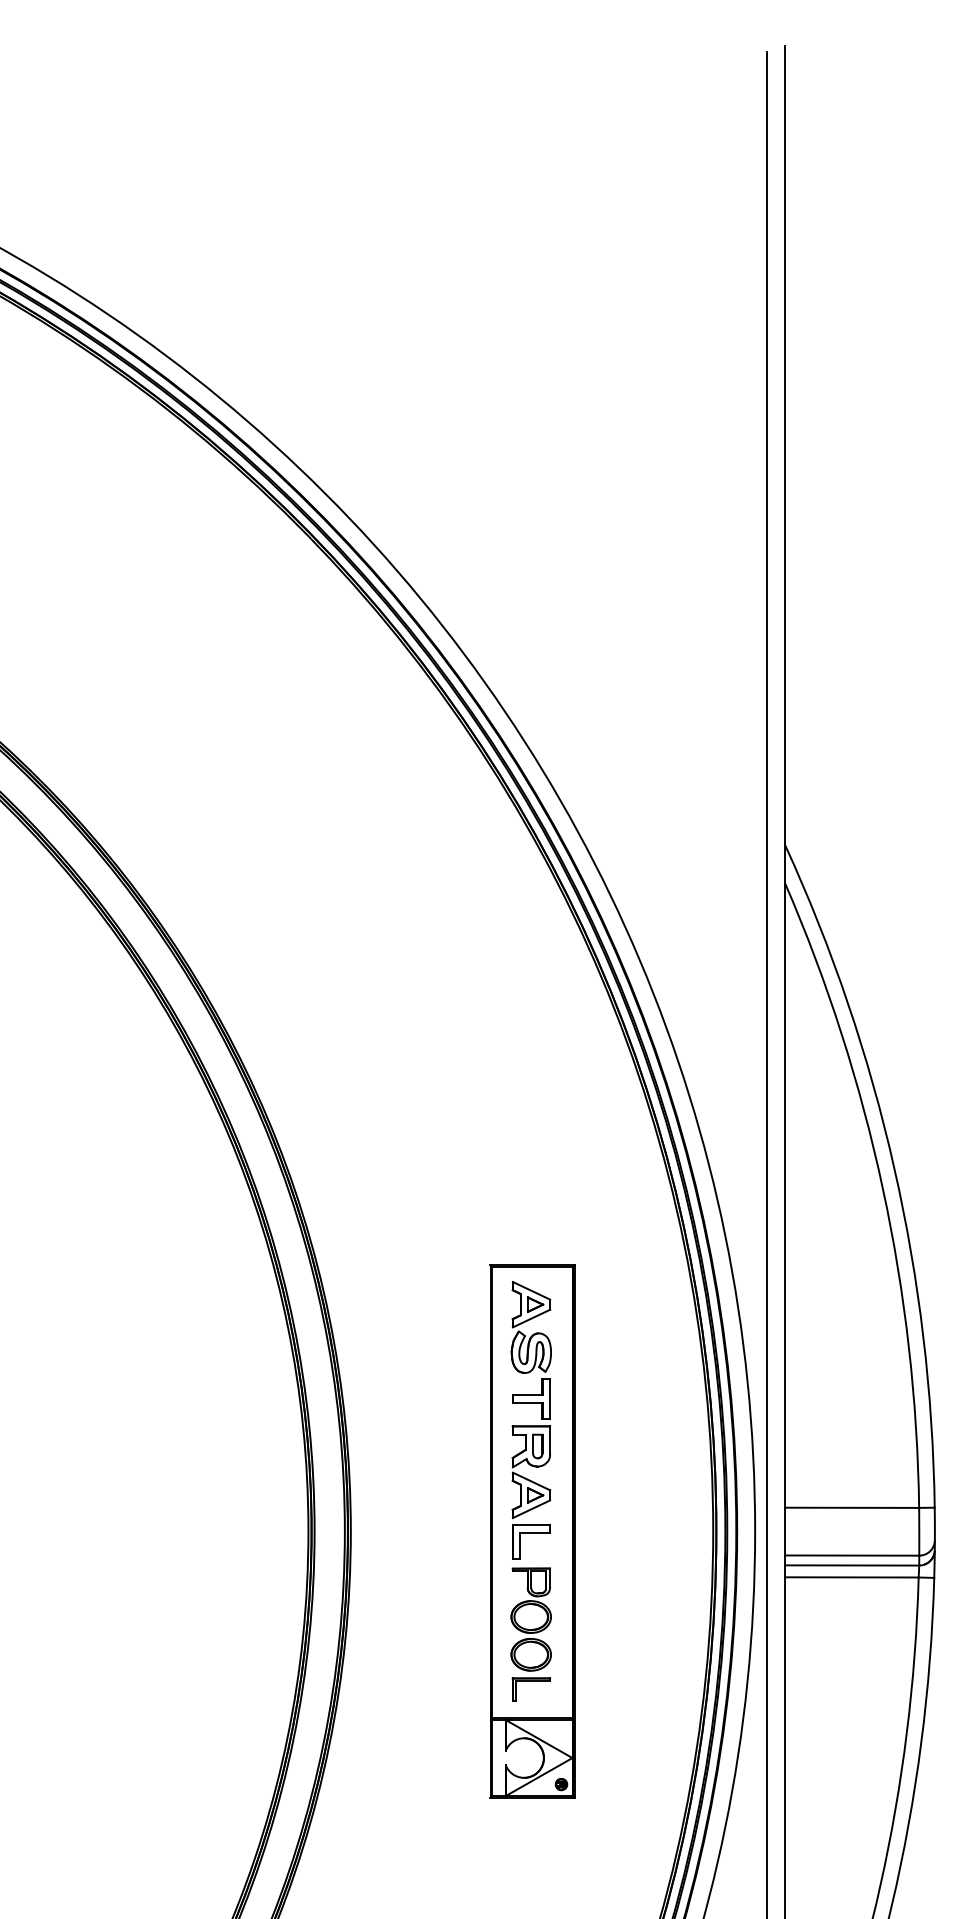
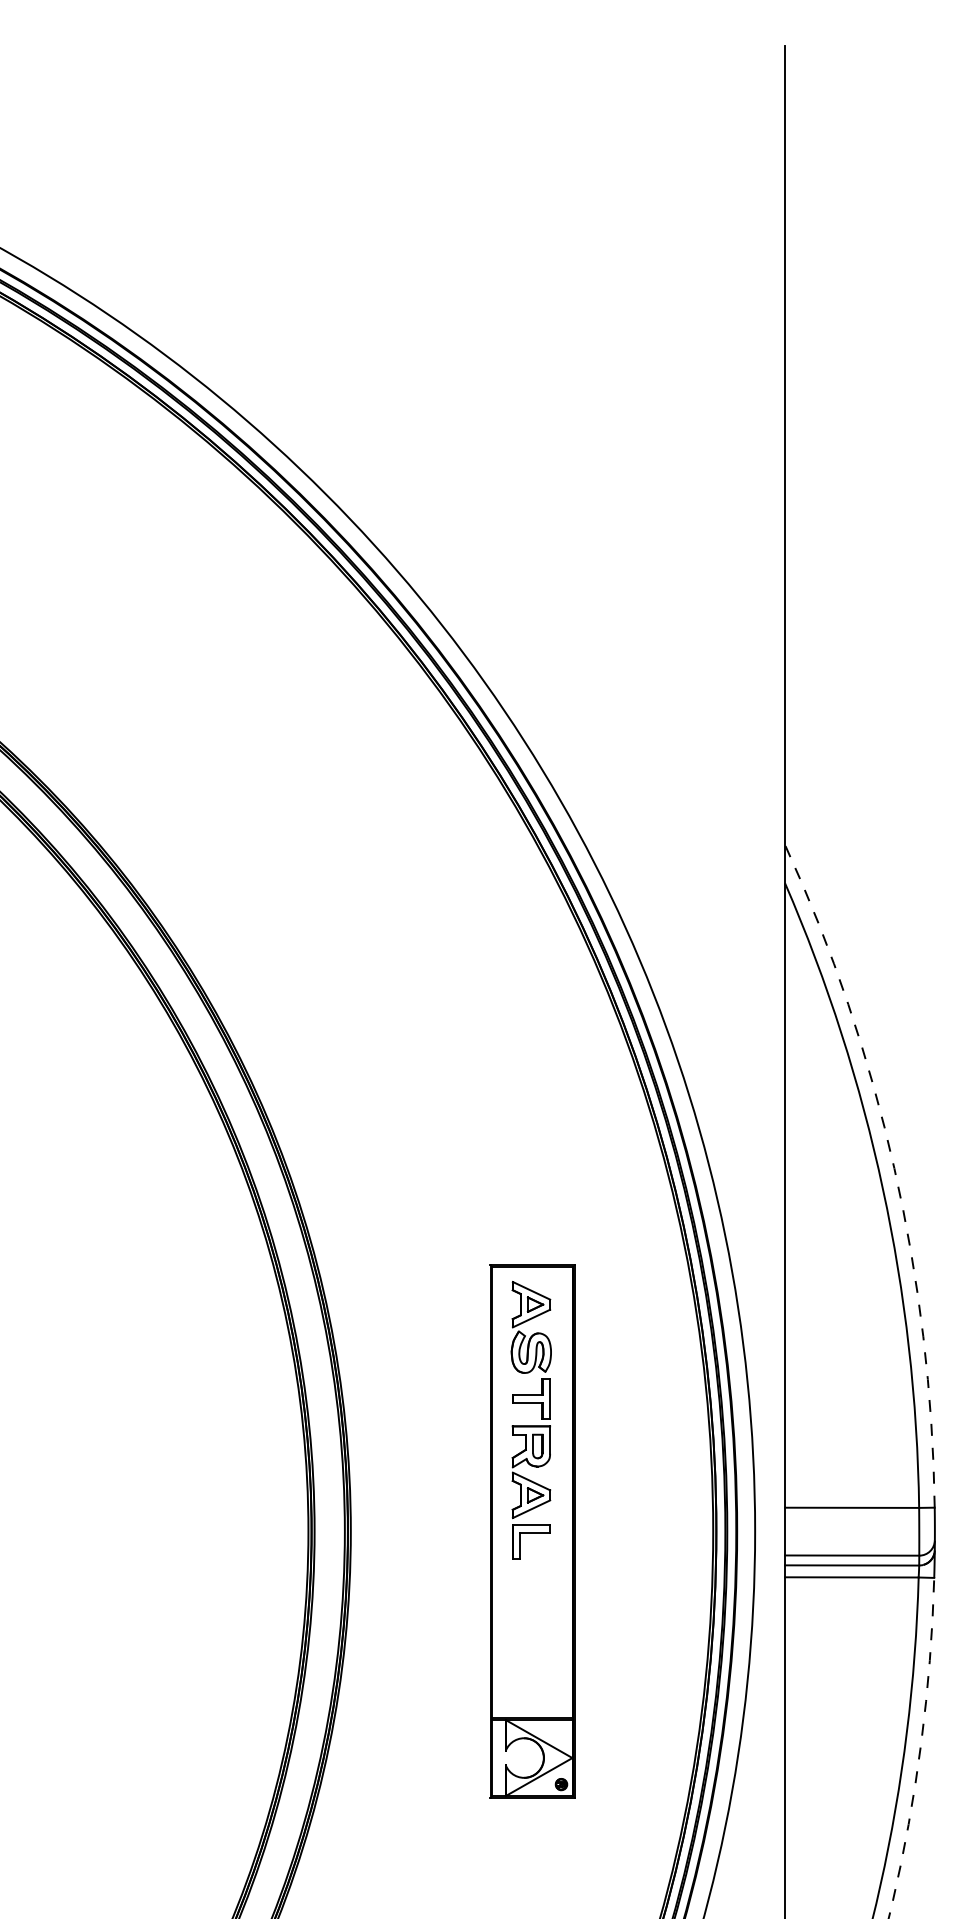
line at (767, 983): present -> none
arc at (894, 1168): solid -> dashed
part at (530, 1634): present -> none
arc at (920, 1749): solid -> dashed
